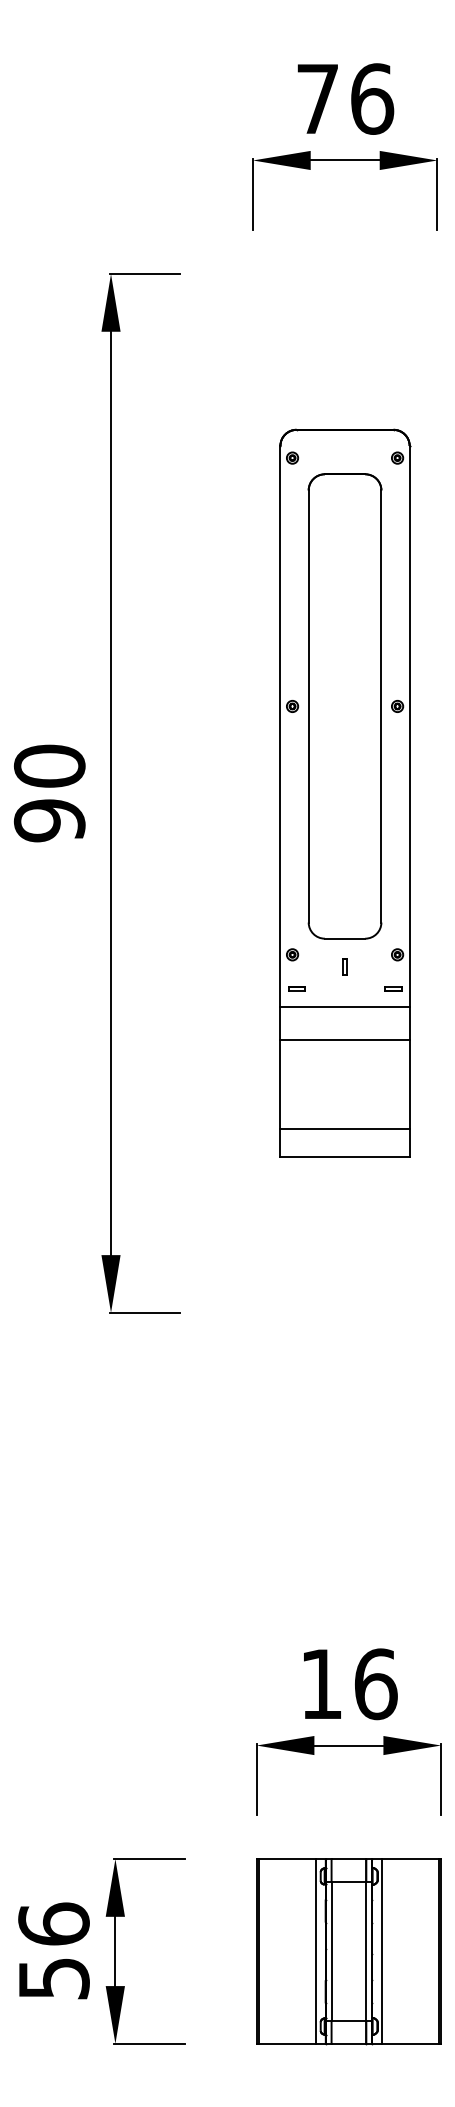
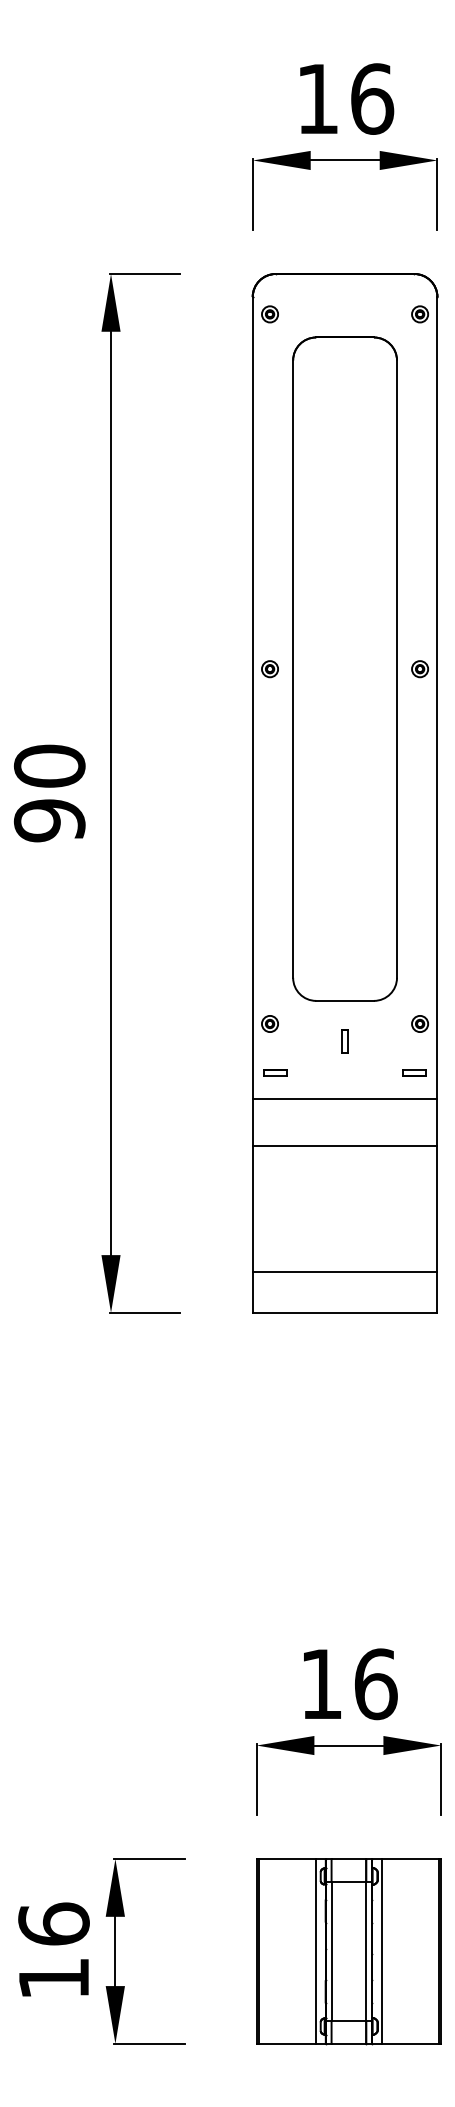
text at (317, 98): 76 -> 16
part at (345, 792) size: 133x730 px -> 188x1041 px
text at (54, 1978): 56 -> 16
